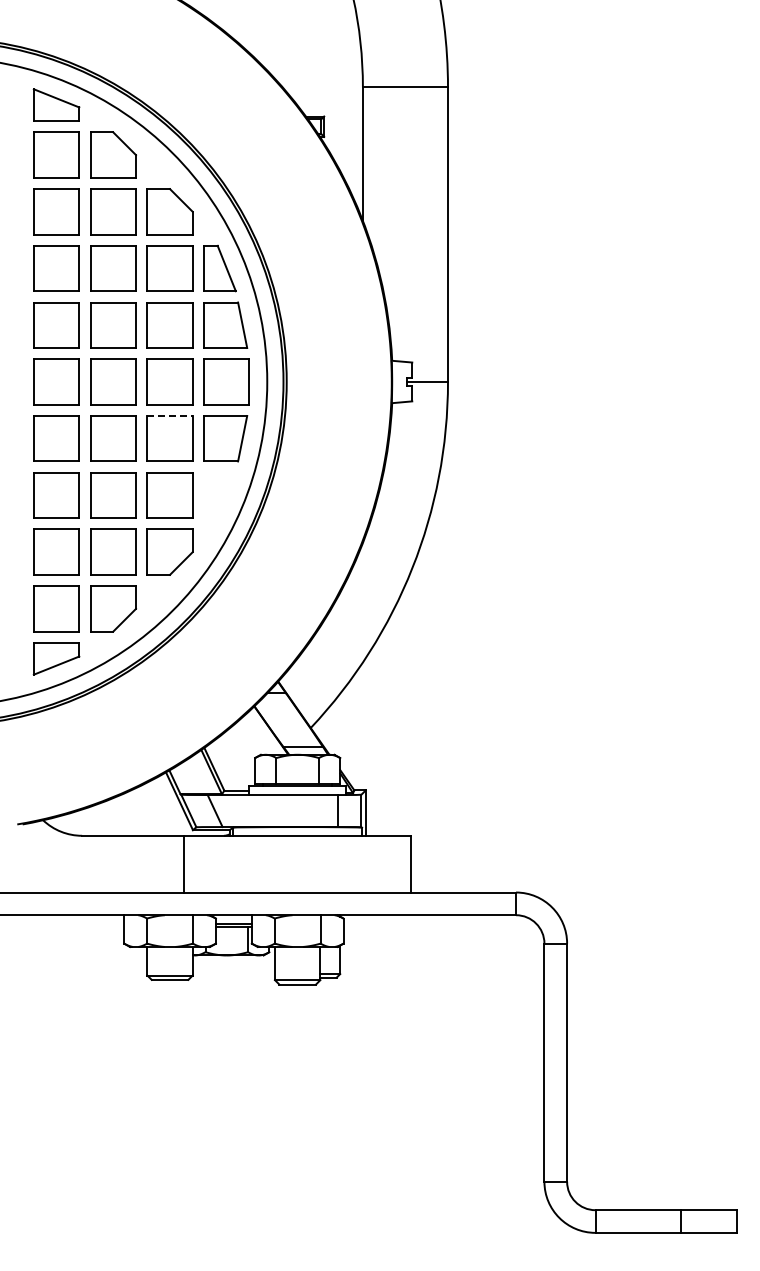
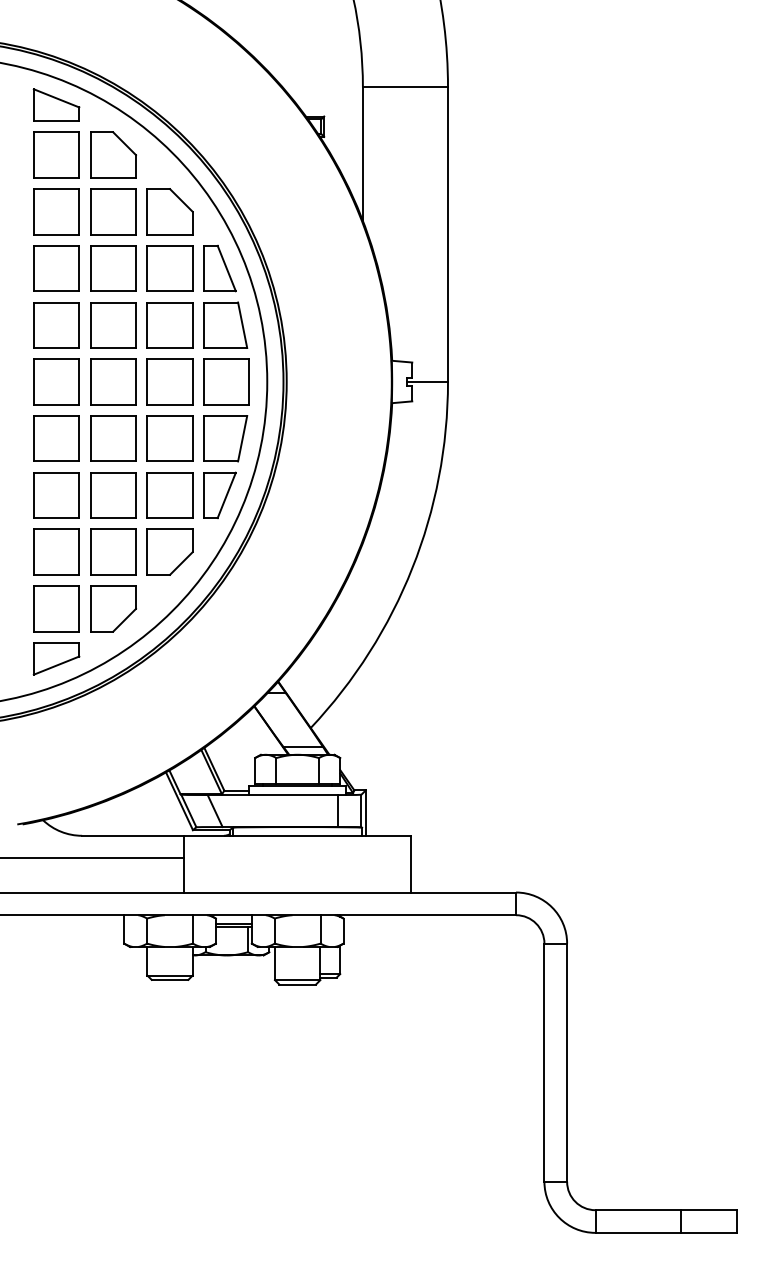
line at (170, 416): dashed -> solid
part at (219, 494): none -> present
line at (93, 858): none -> present
